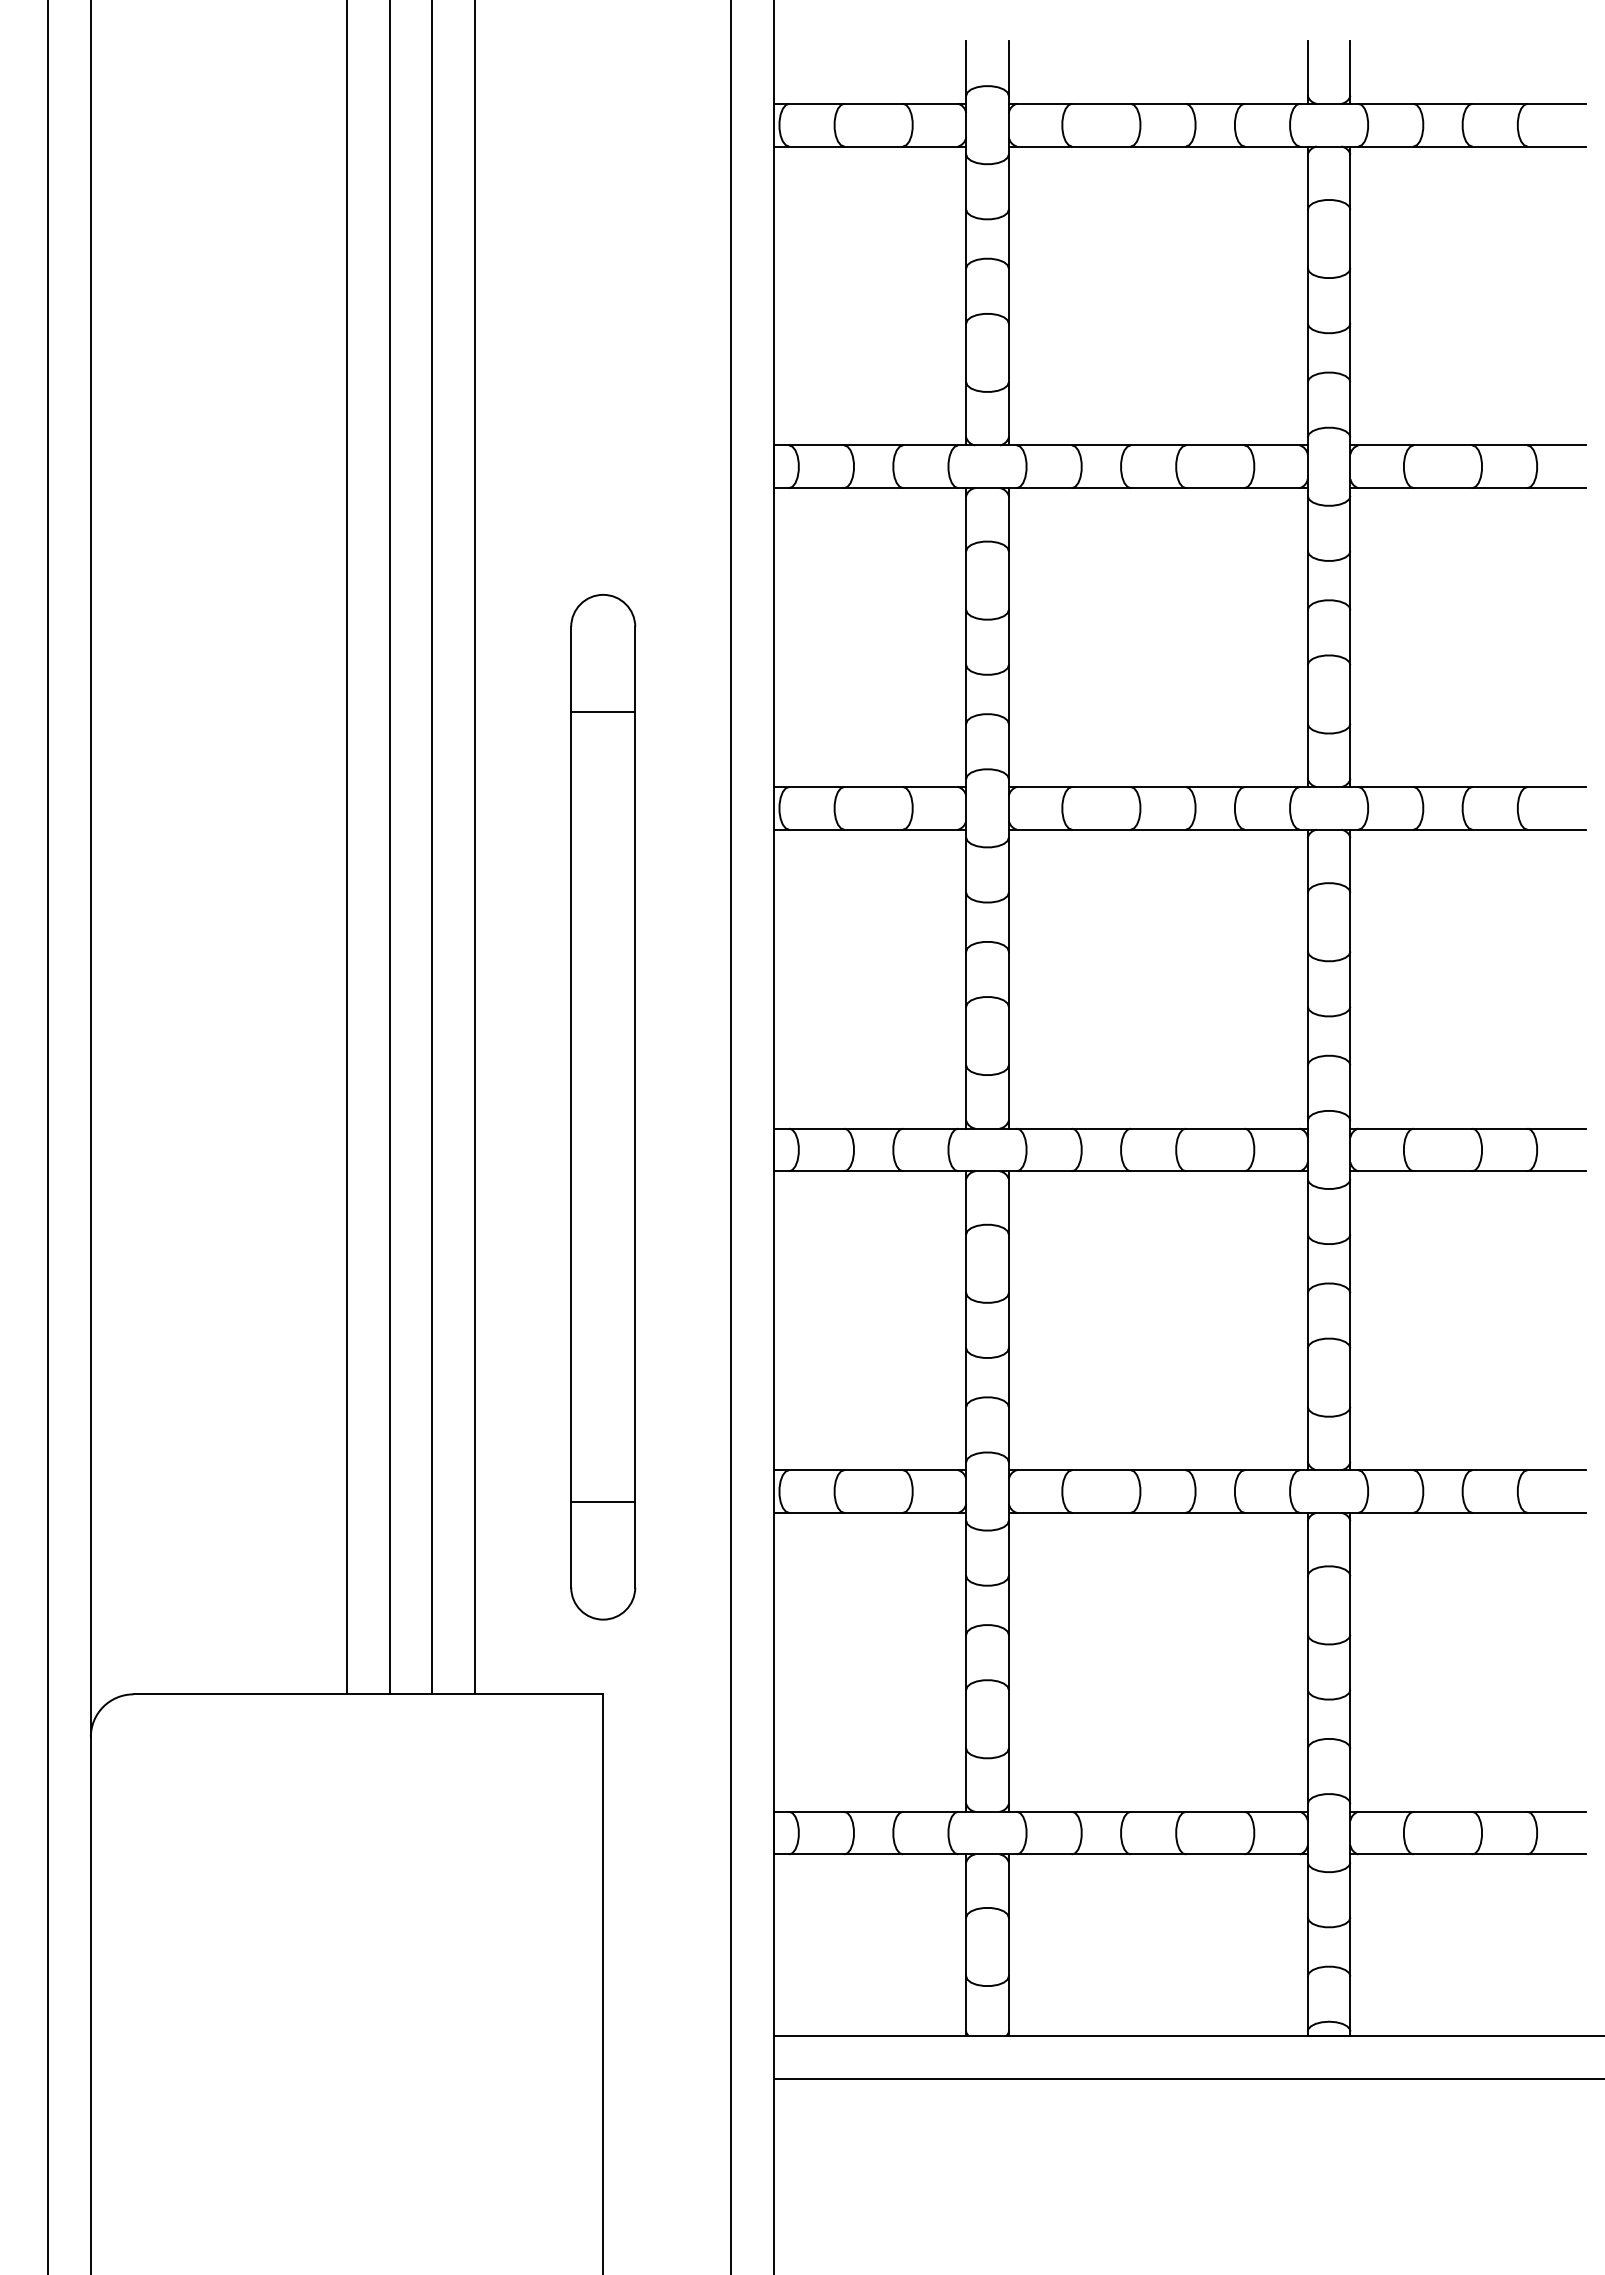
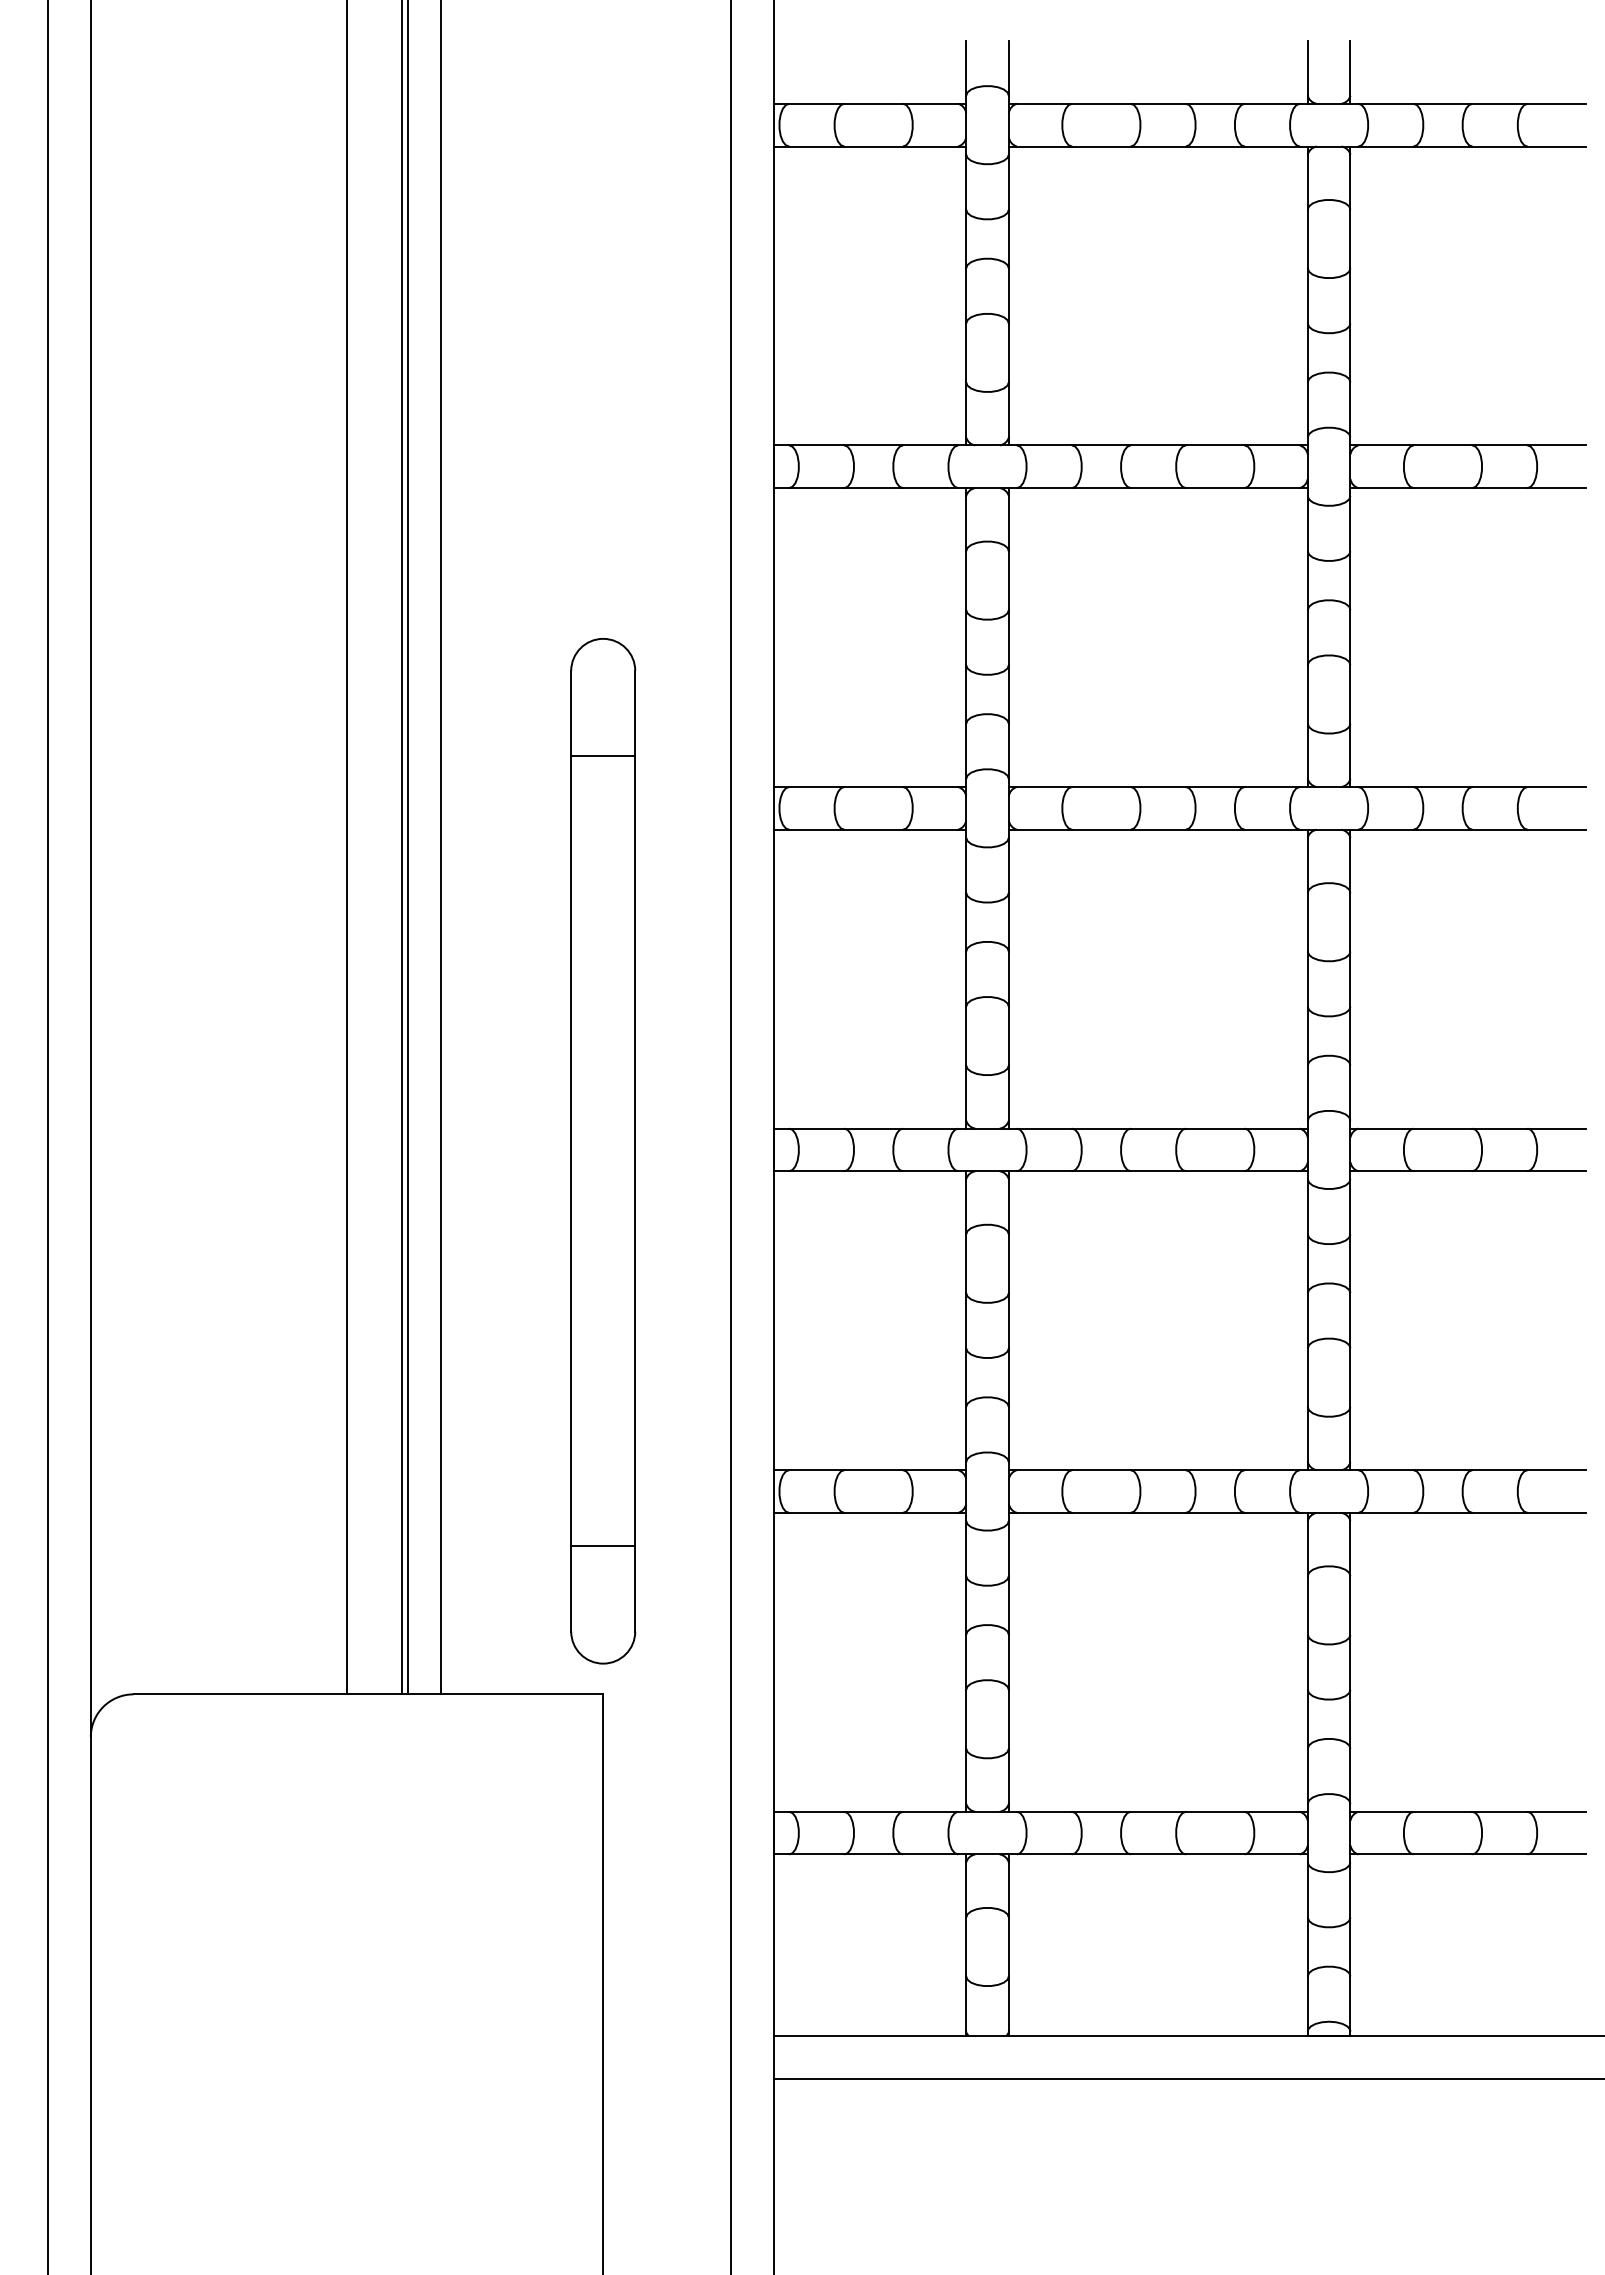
line at (389, 848) position: (389, 848) -> (407, 848)
line at (432, 848) position: (432, 848) -> (402, 848)
line at (475, 848) position: (475, 848) -> (441, 848)
part at (603, 1107) position: (603, 1107) -> (603, 1151)
